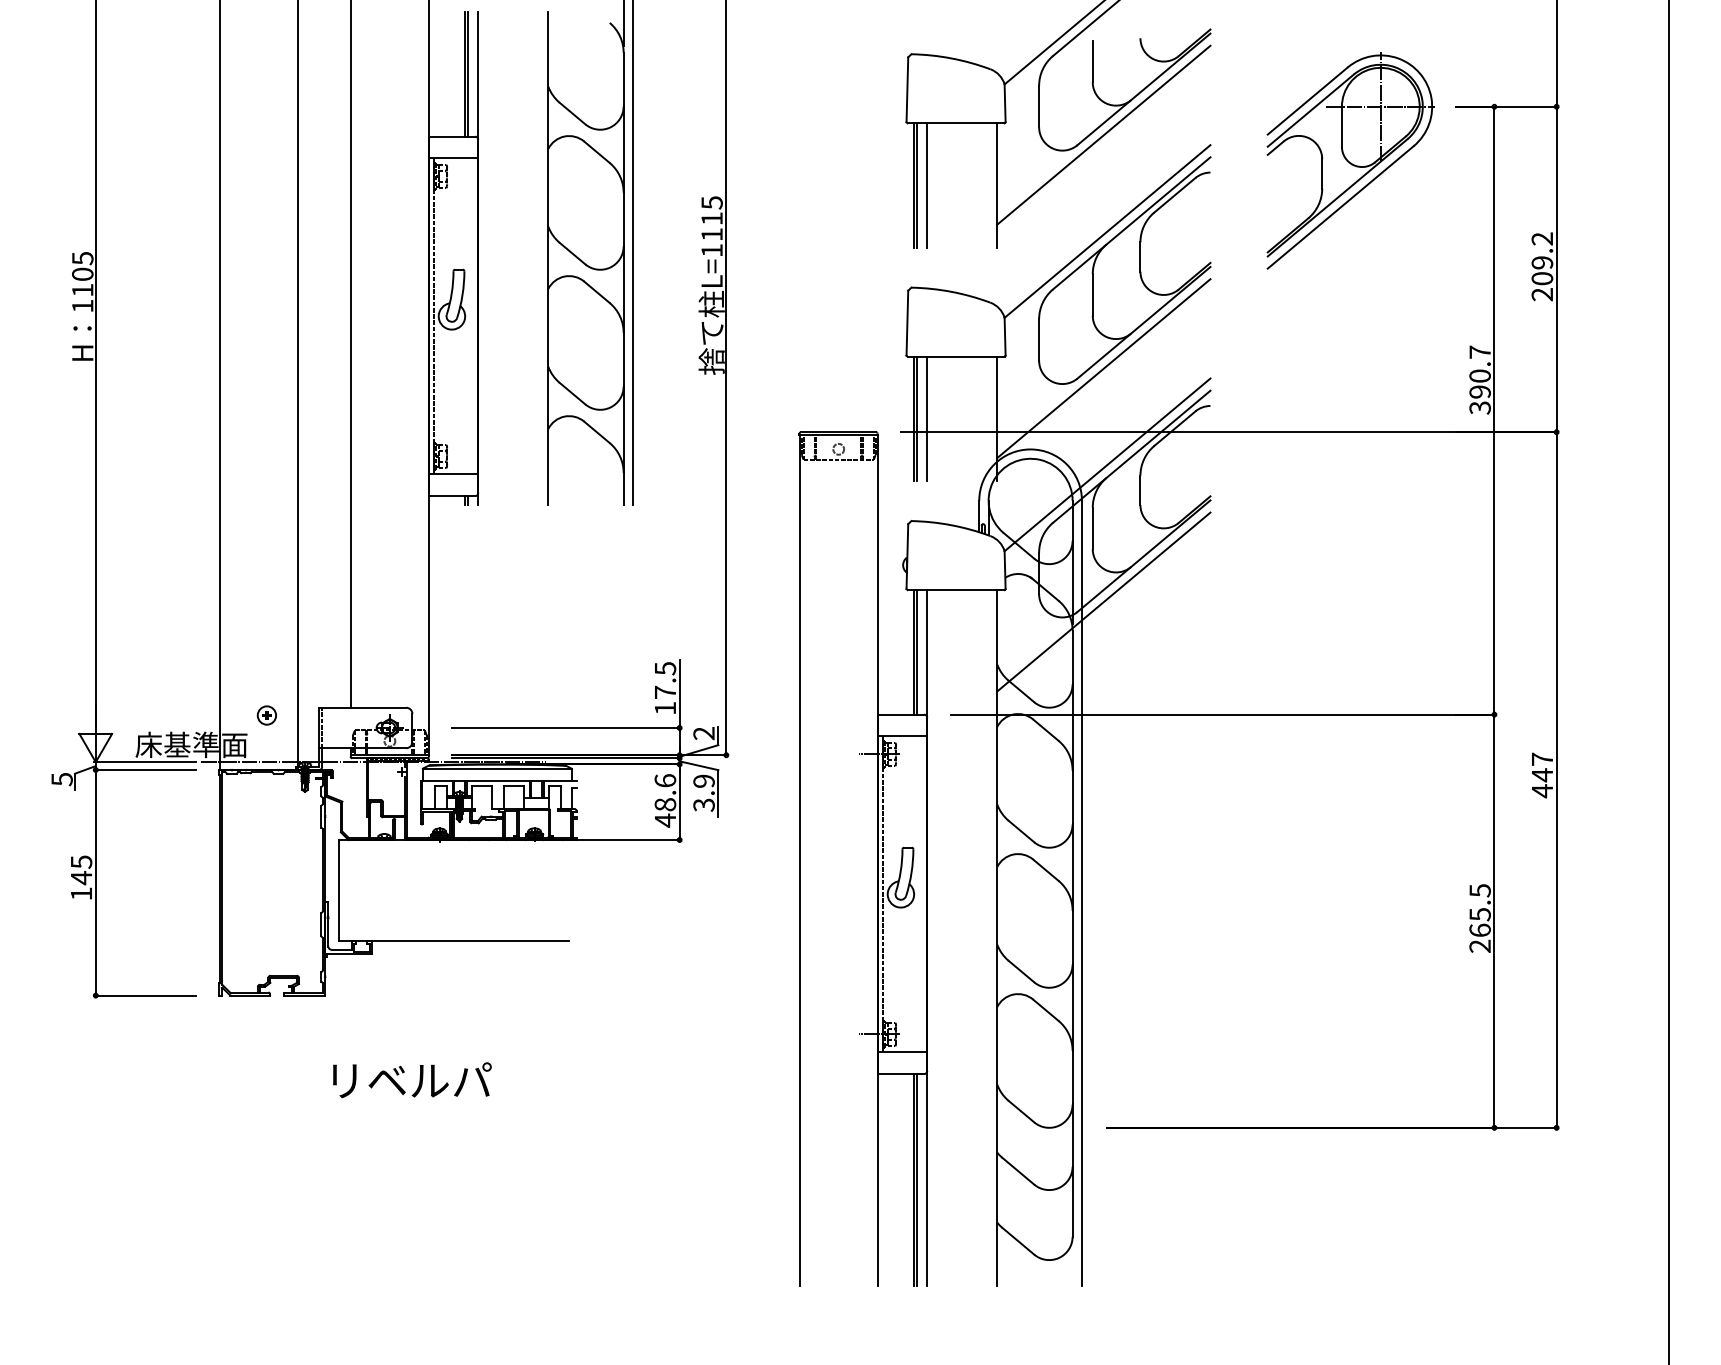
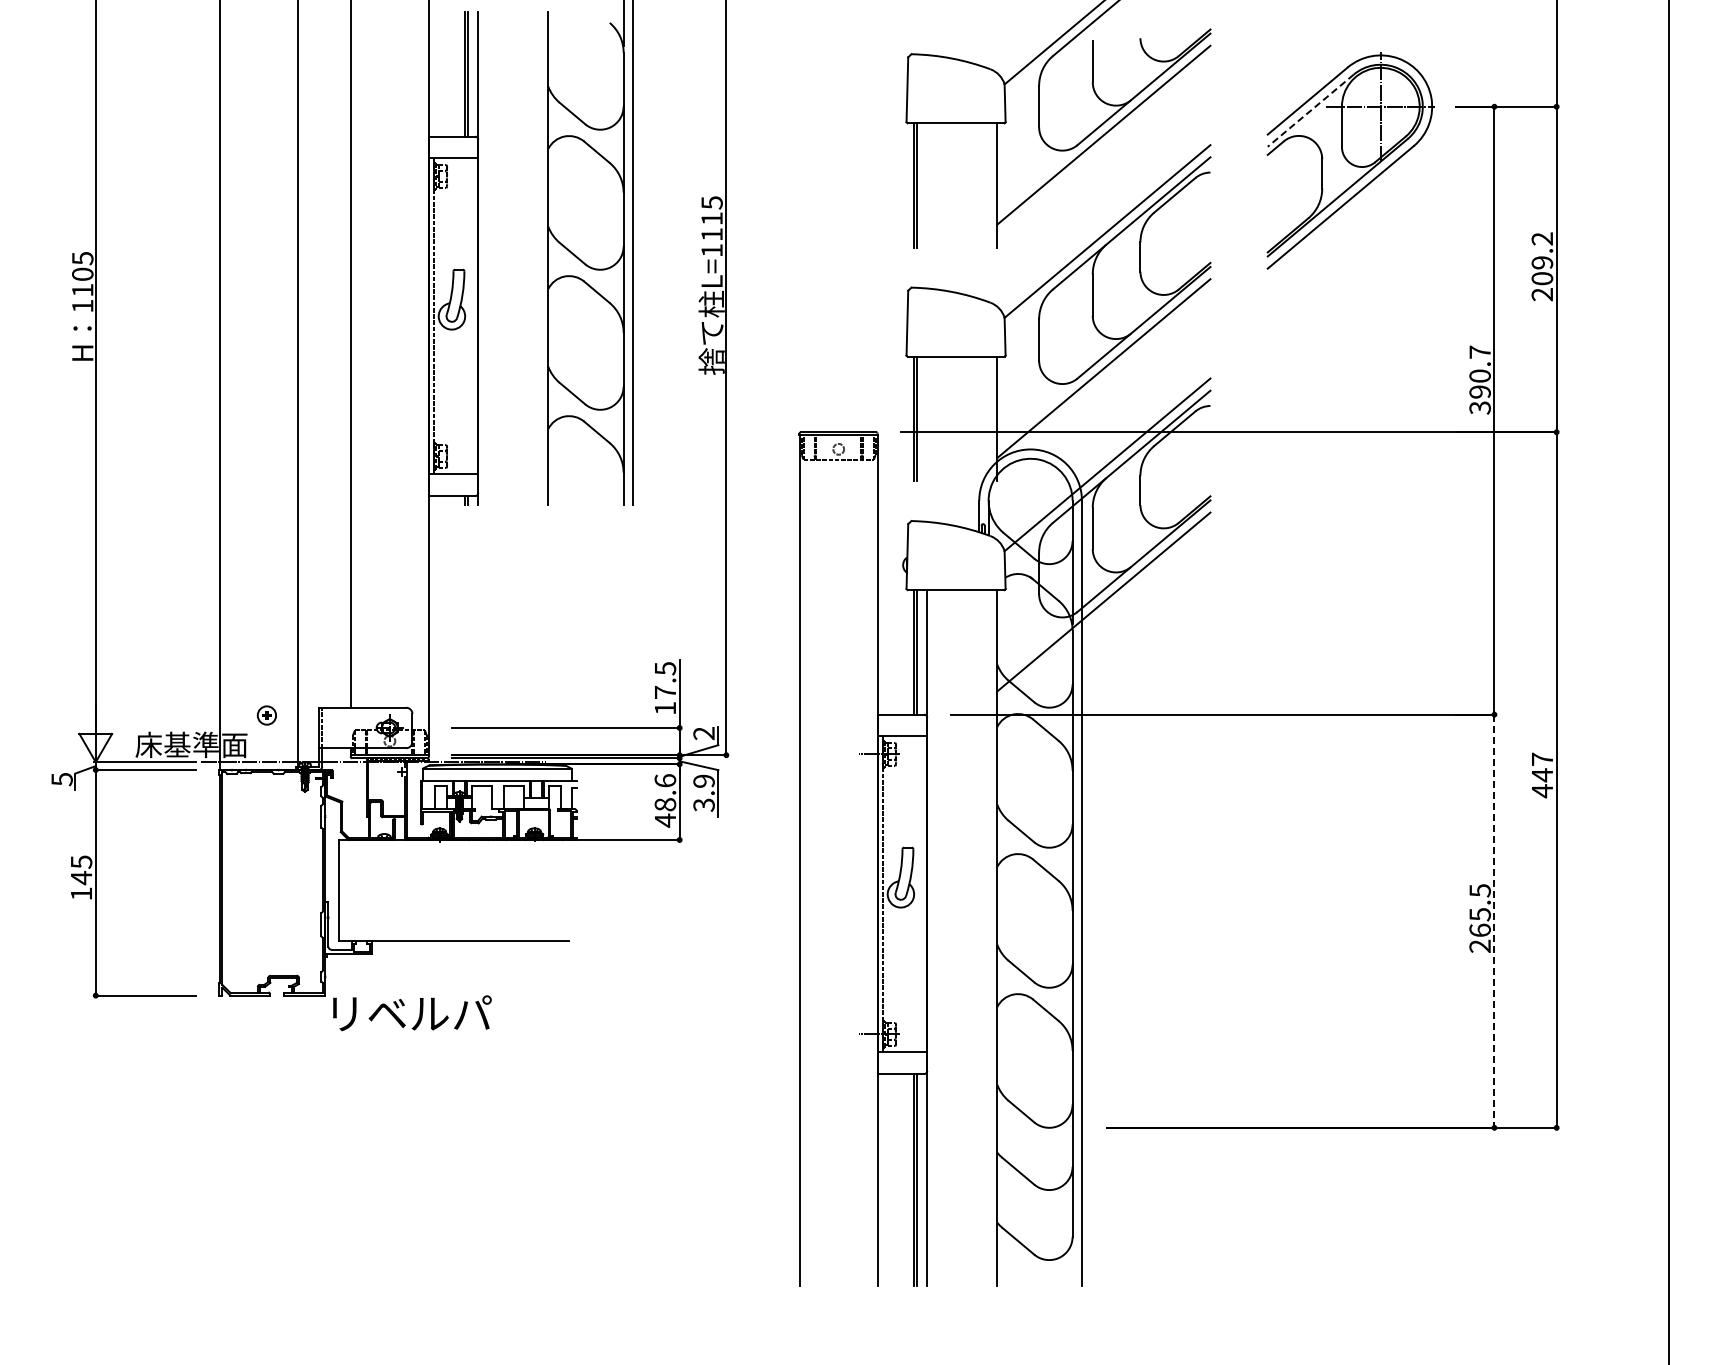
line at (1310, 111): solid -> dashed
line at (927, 185): present -> none
line at (927, 418): present -> none
line at (1494, 921): solid -> dashed
text at (412, 1080) position: (412, 1080) -> (412, 1013)
